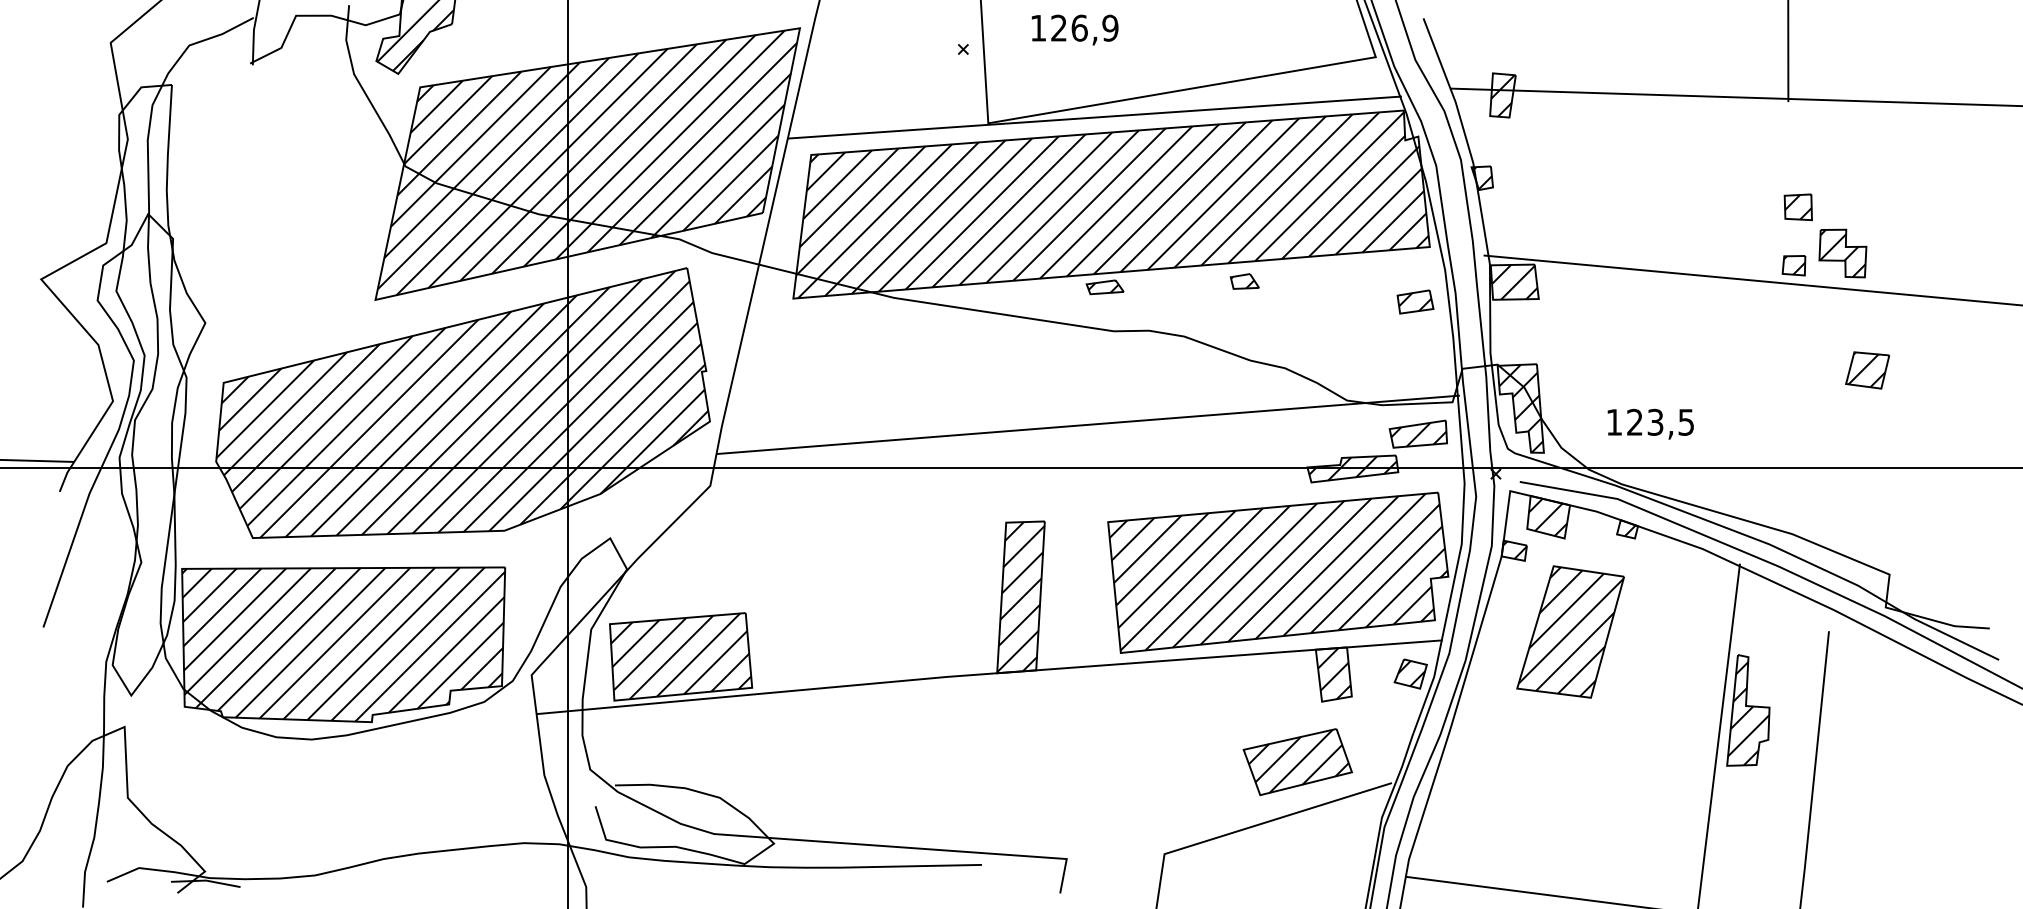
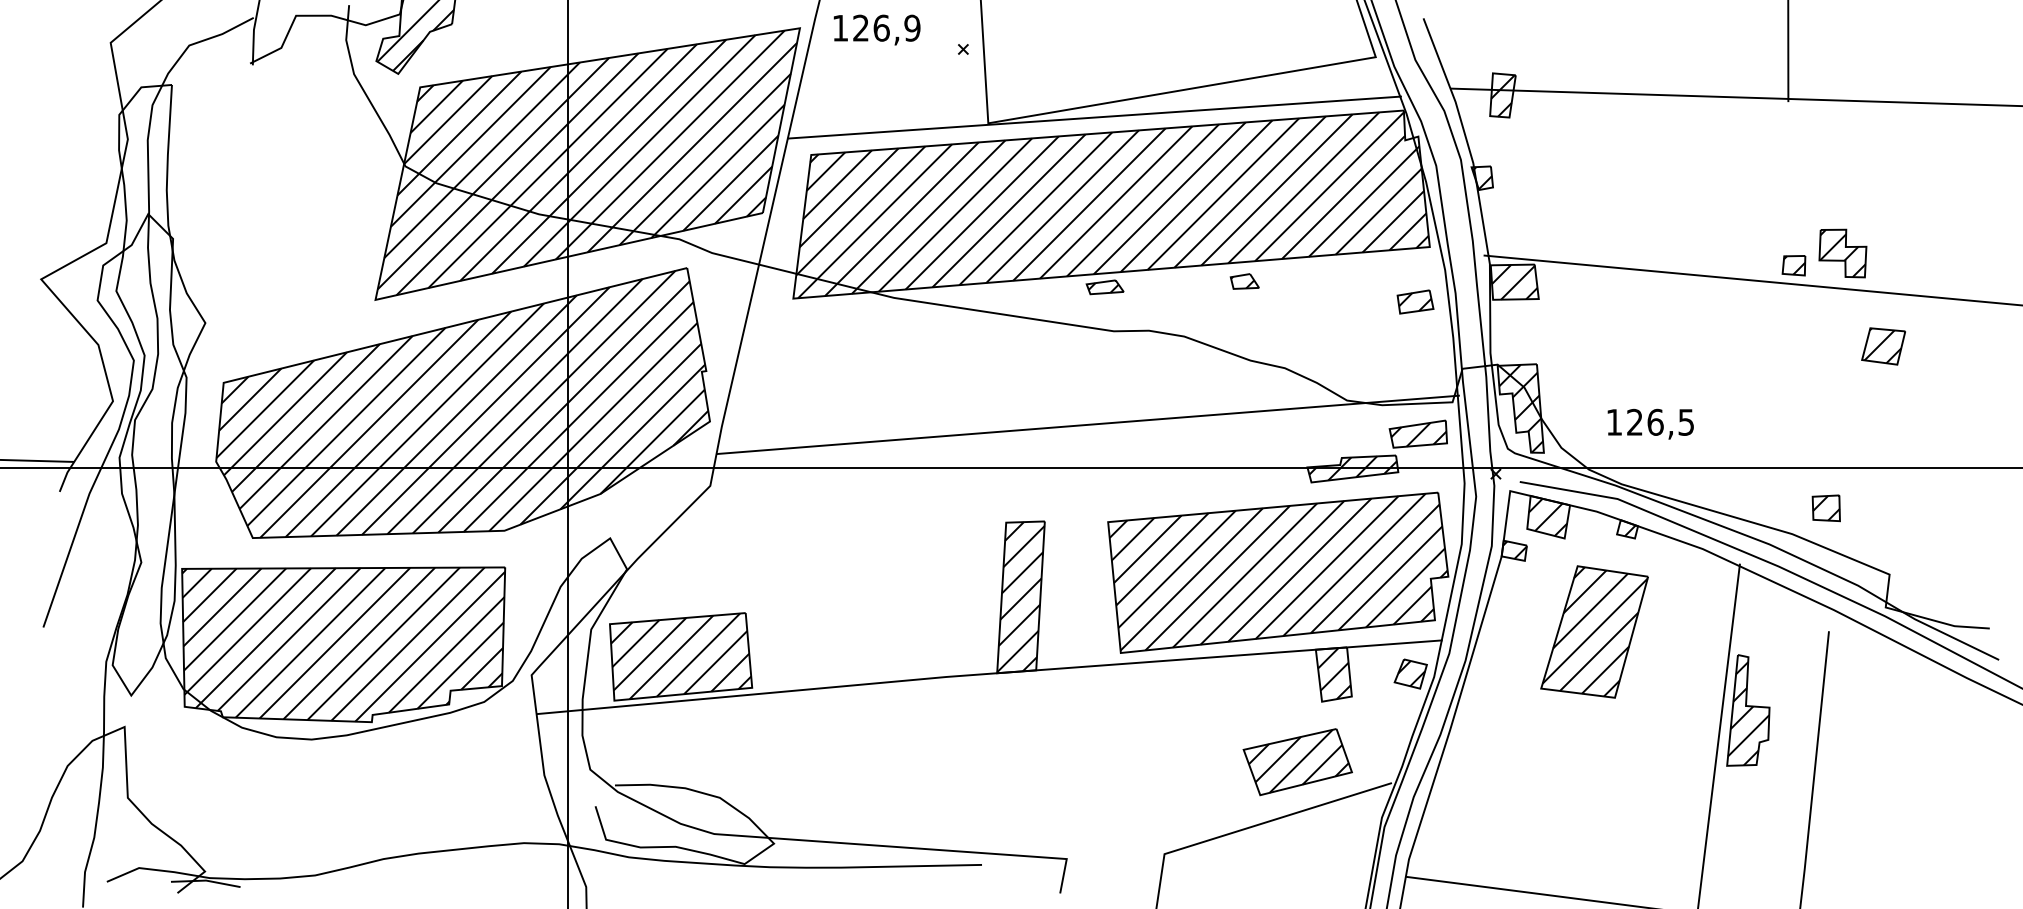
text at (1074, 29) position: (1074, 29) -> (876, 29)
part at (1797, 207) position: (1797, 207) -> (1825, 508)
part at (1867, 370) position: (1867, 370) -> (1883, 346)
text at (1655, 421): 123,5 -> 126,5
part at (1570, 631) position: (1570, 631) -> (1594, 631)
